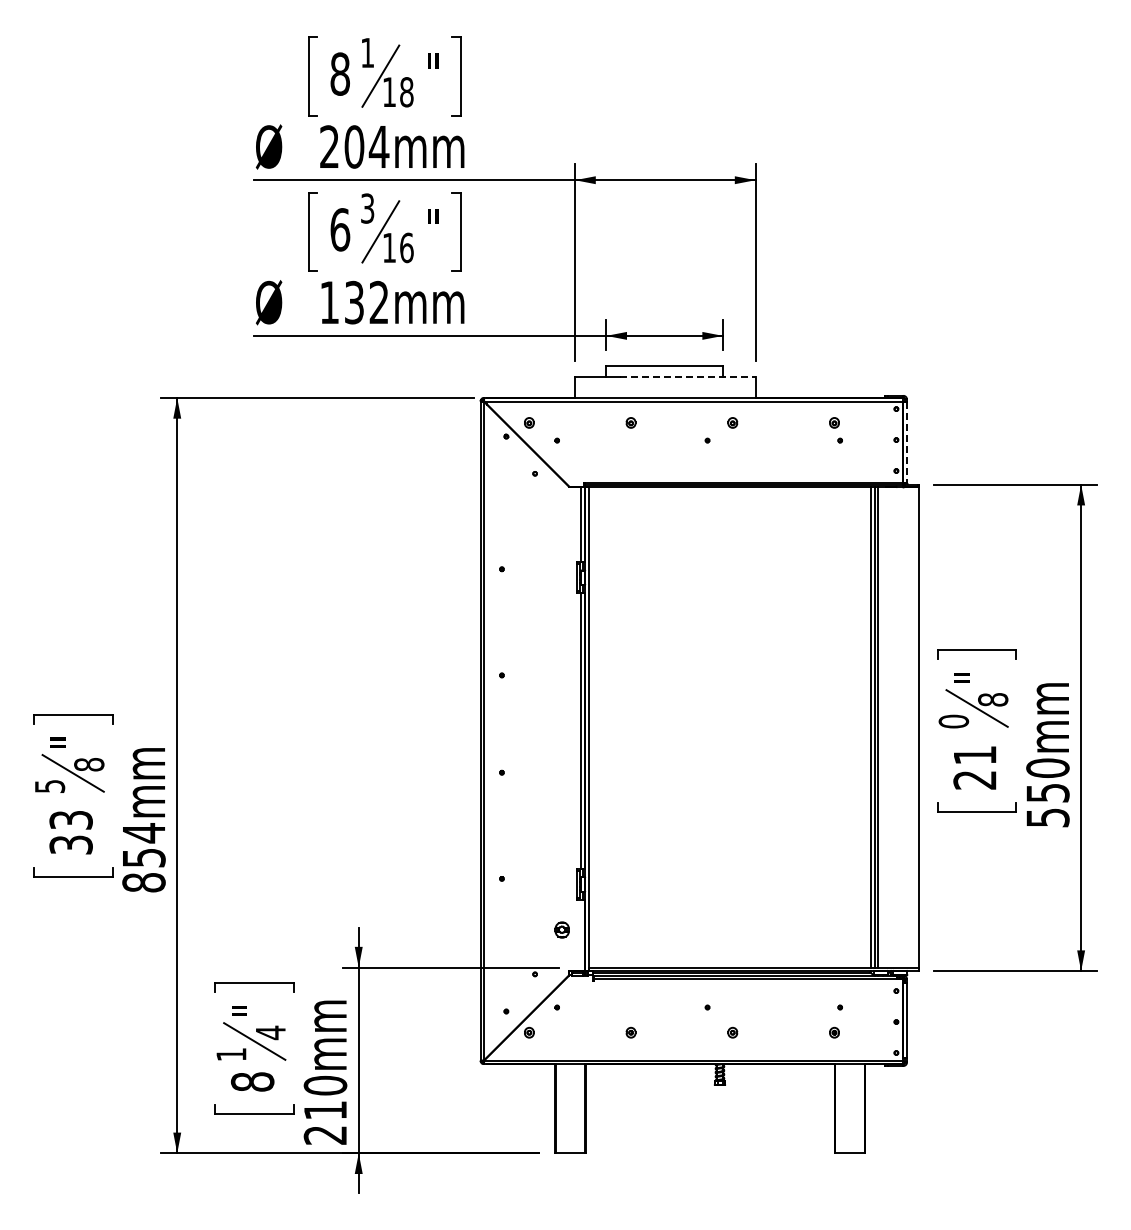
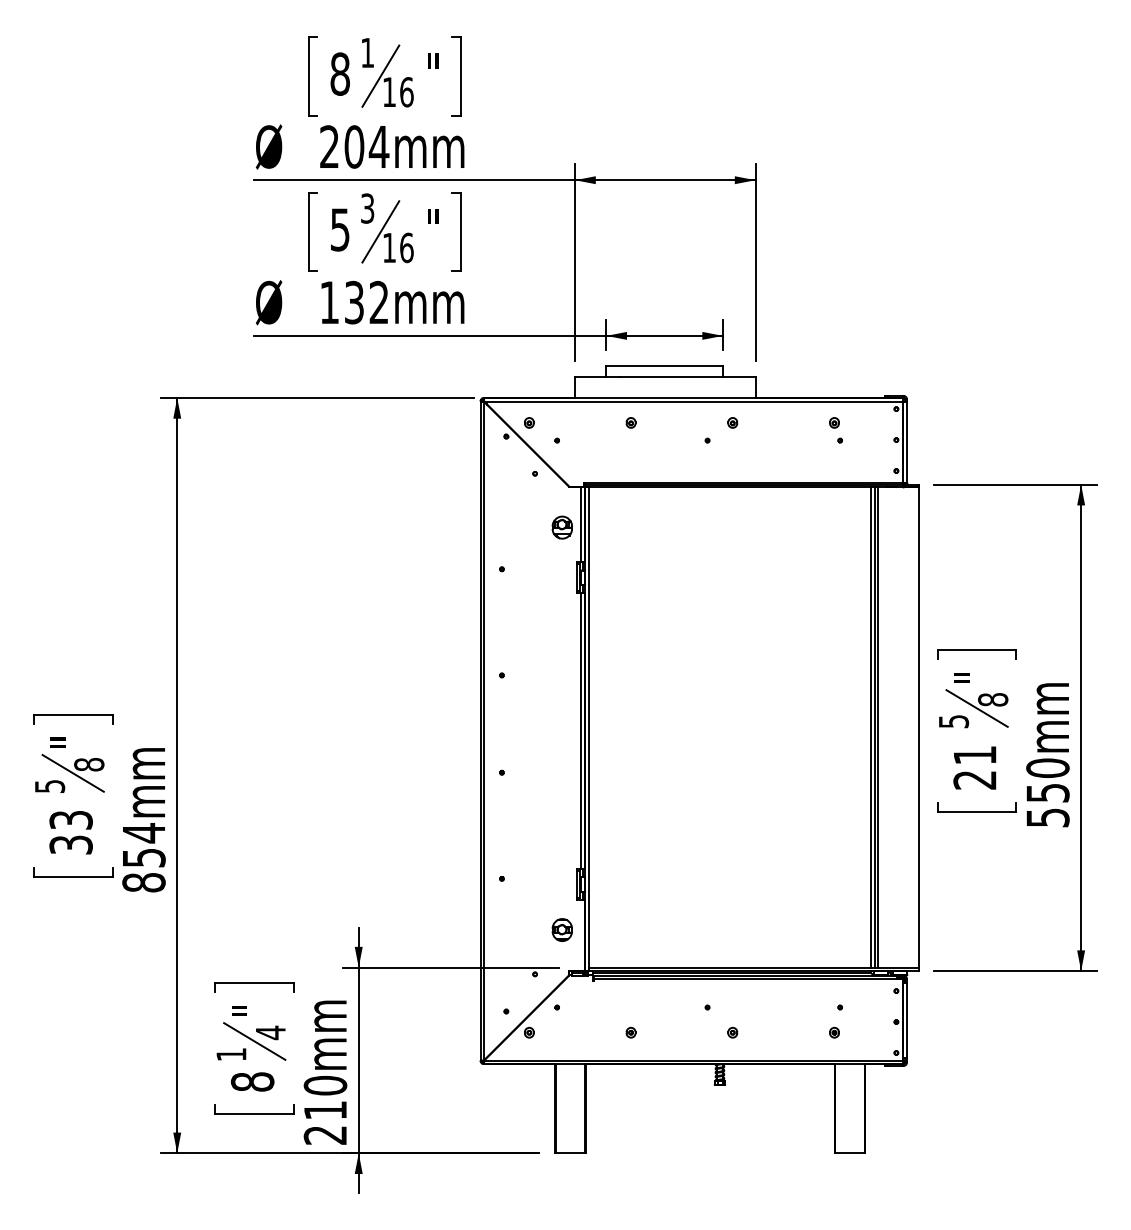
text at (406, 92): 18 -> 16
text at (340, 229): 6 -> 5
line at (687, 377): dashed -> solid
line at (907, 443): dashed -> solid
part at (561, 527): none -> present
text at (953, 721): 0 -> 5
part at (561, 929) size: 16x18 px -> 22x24 px
